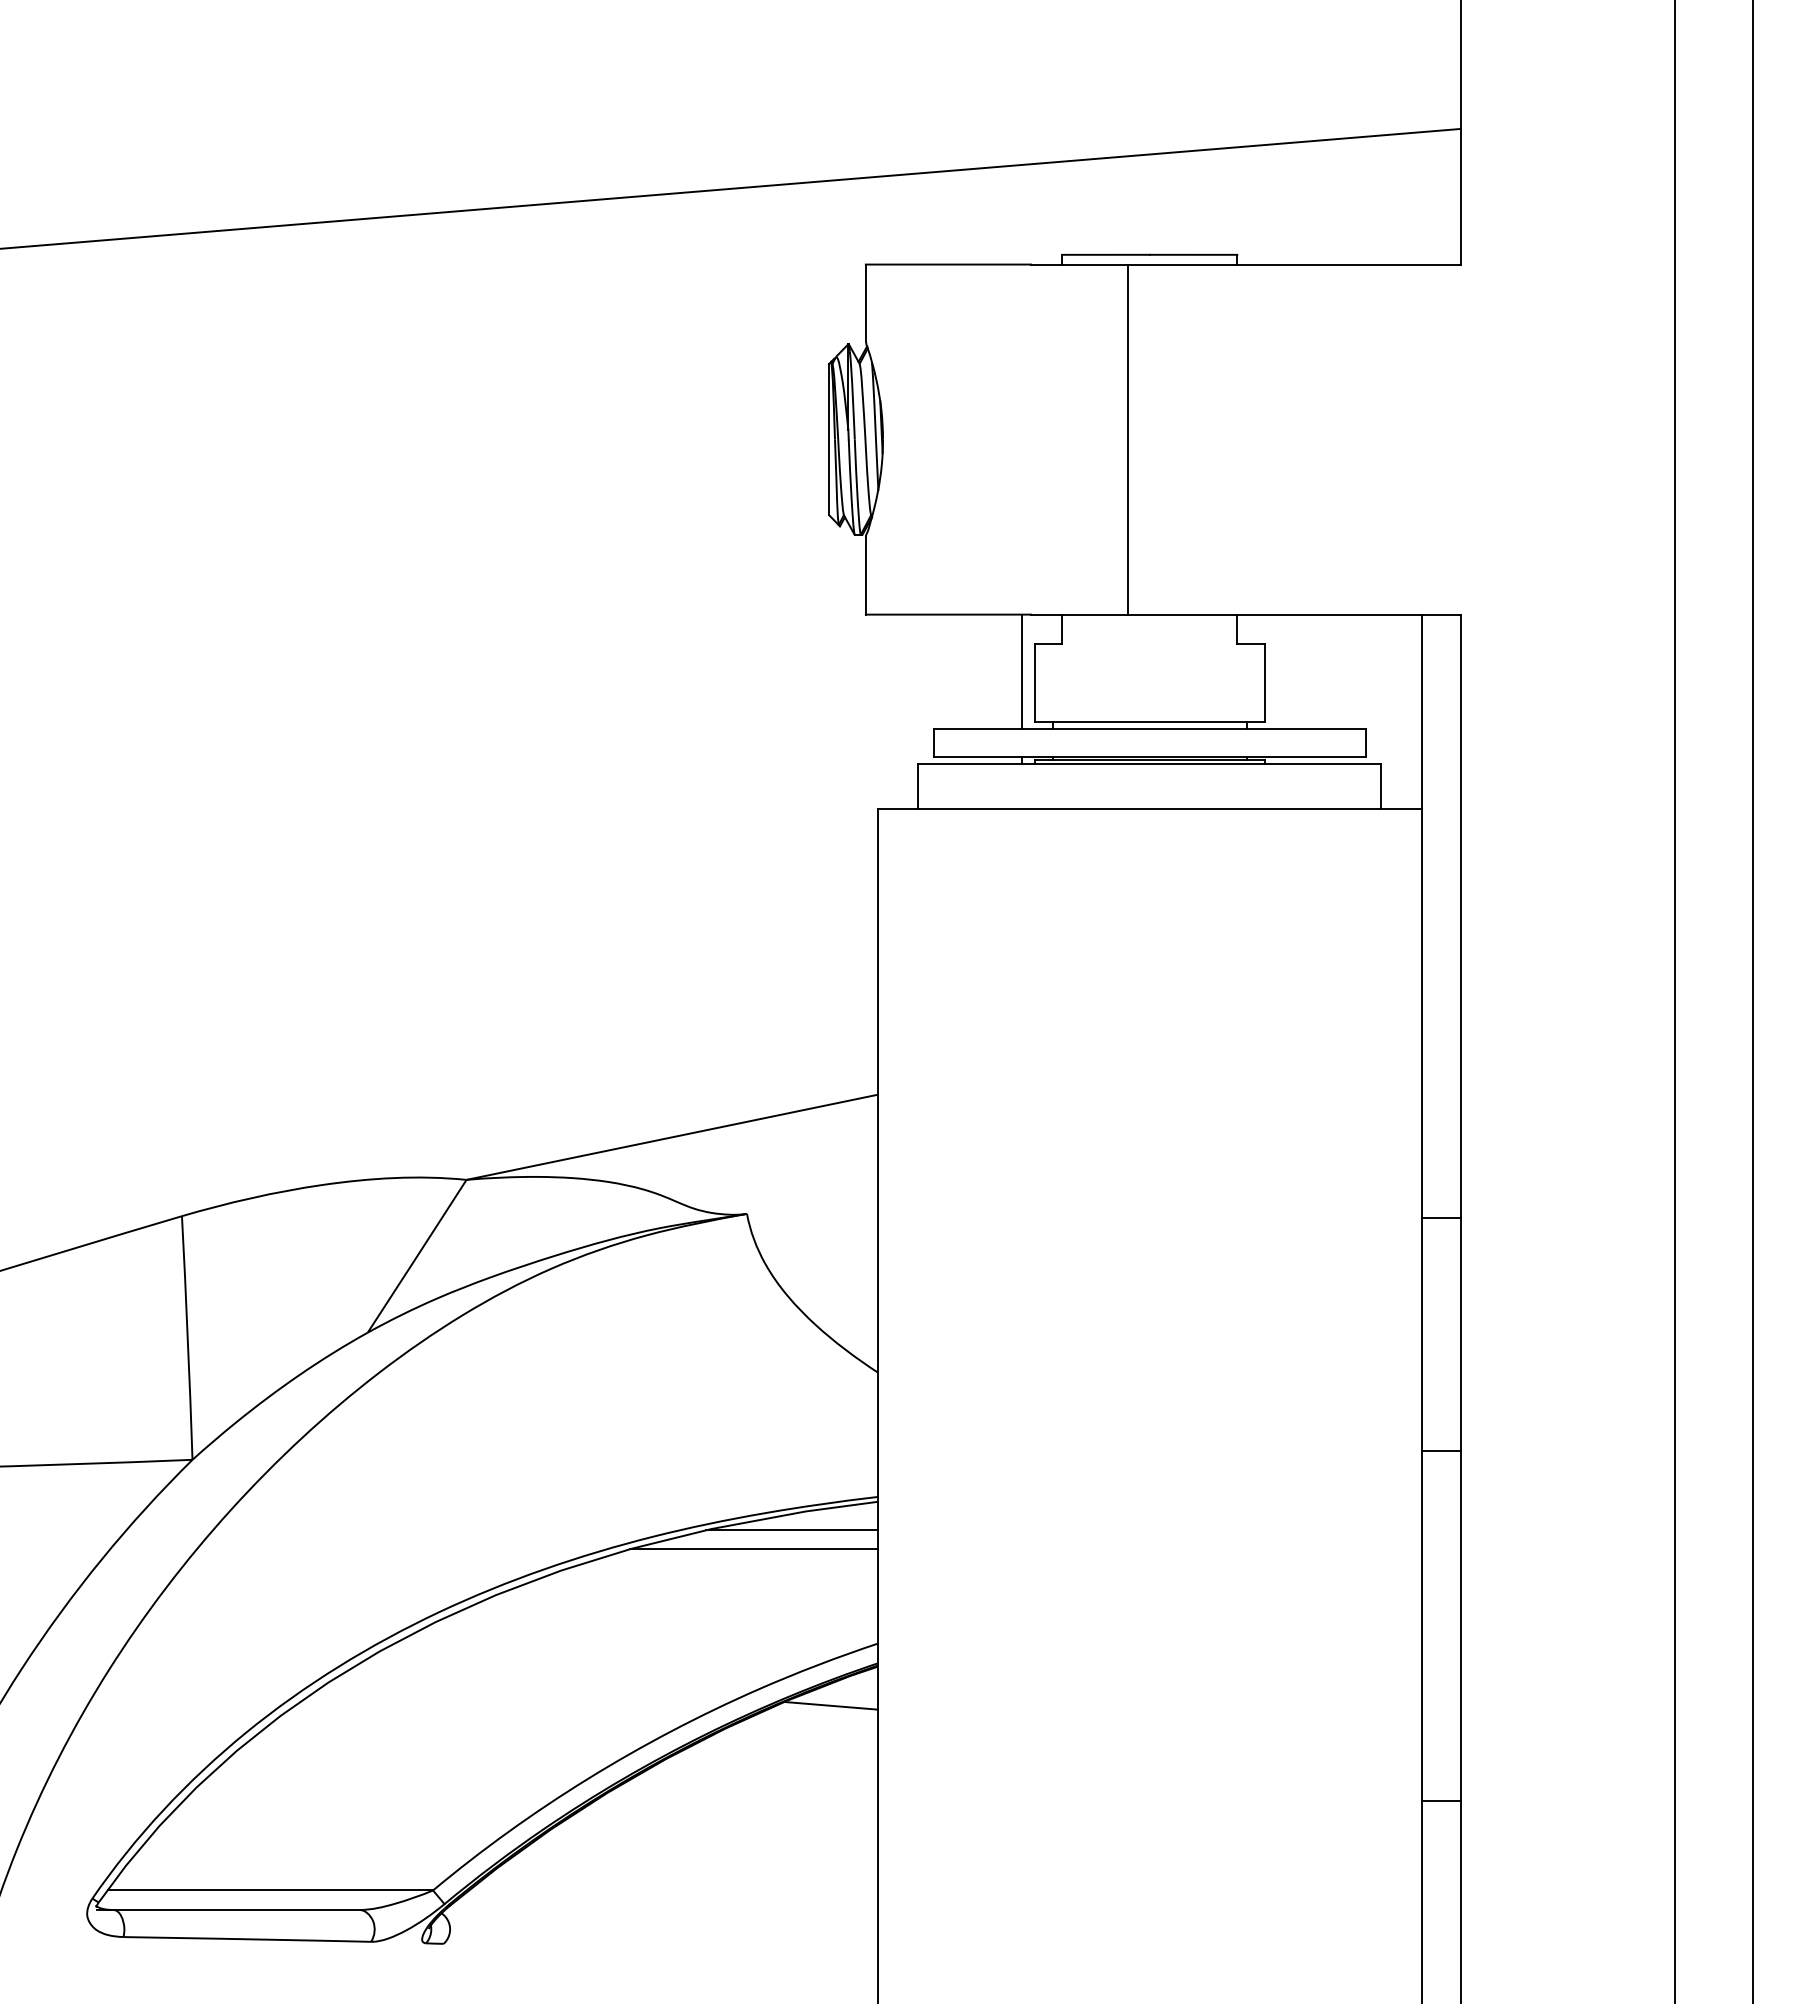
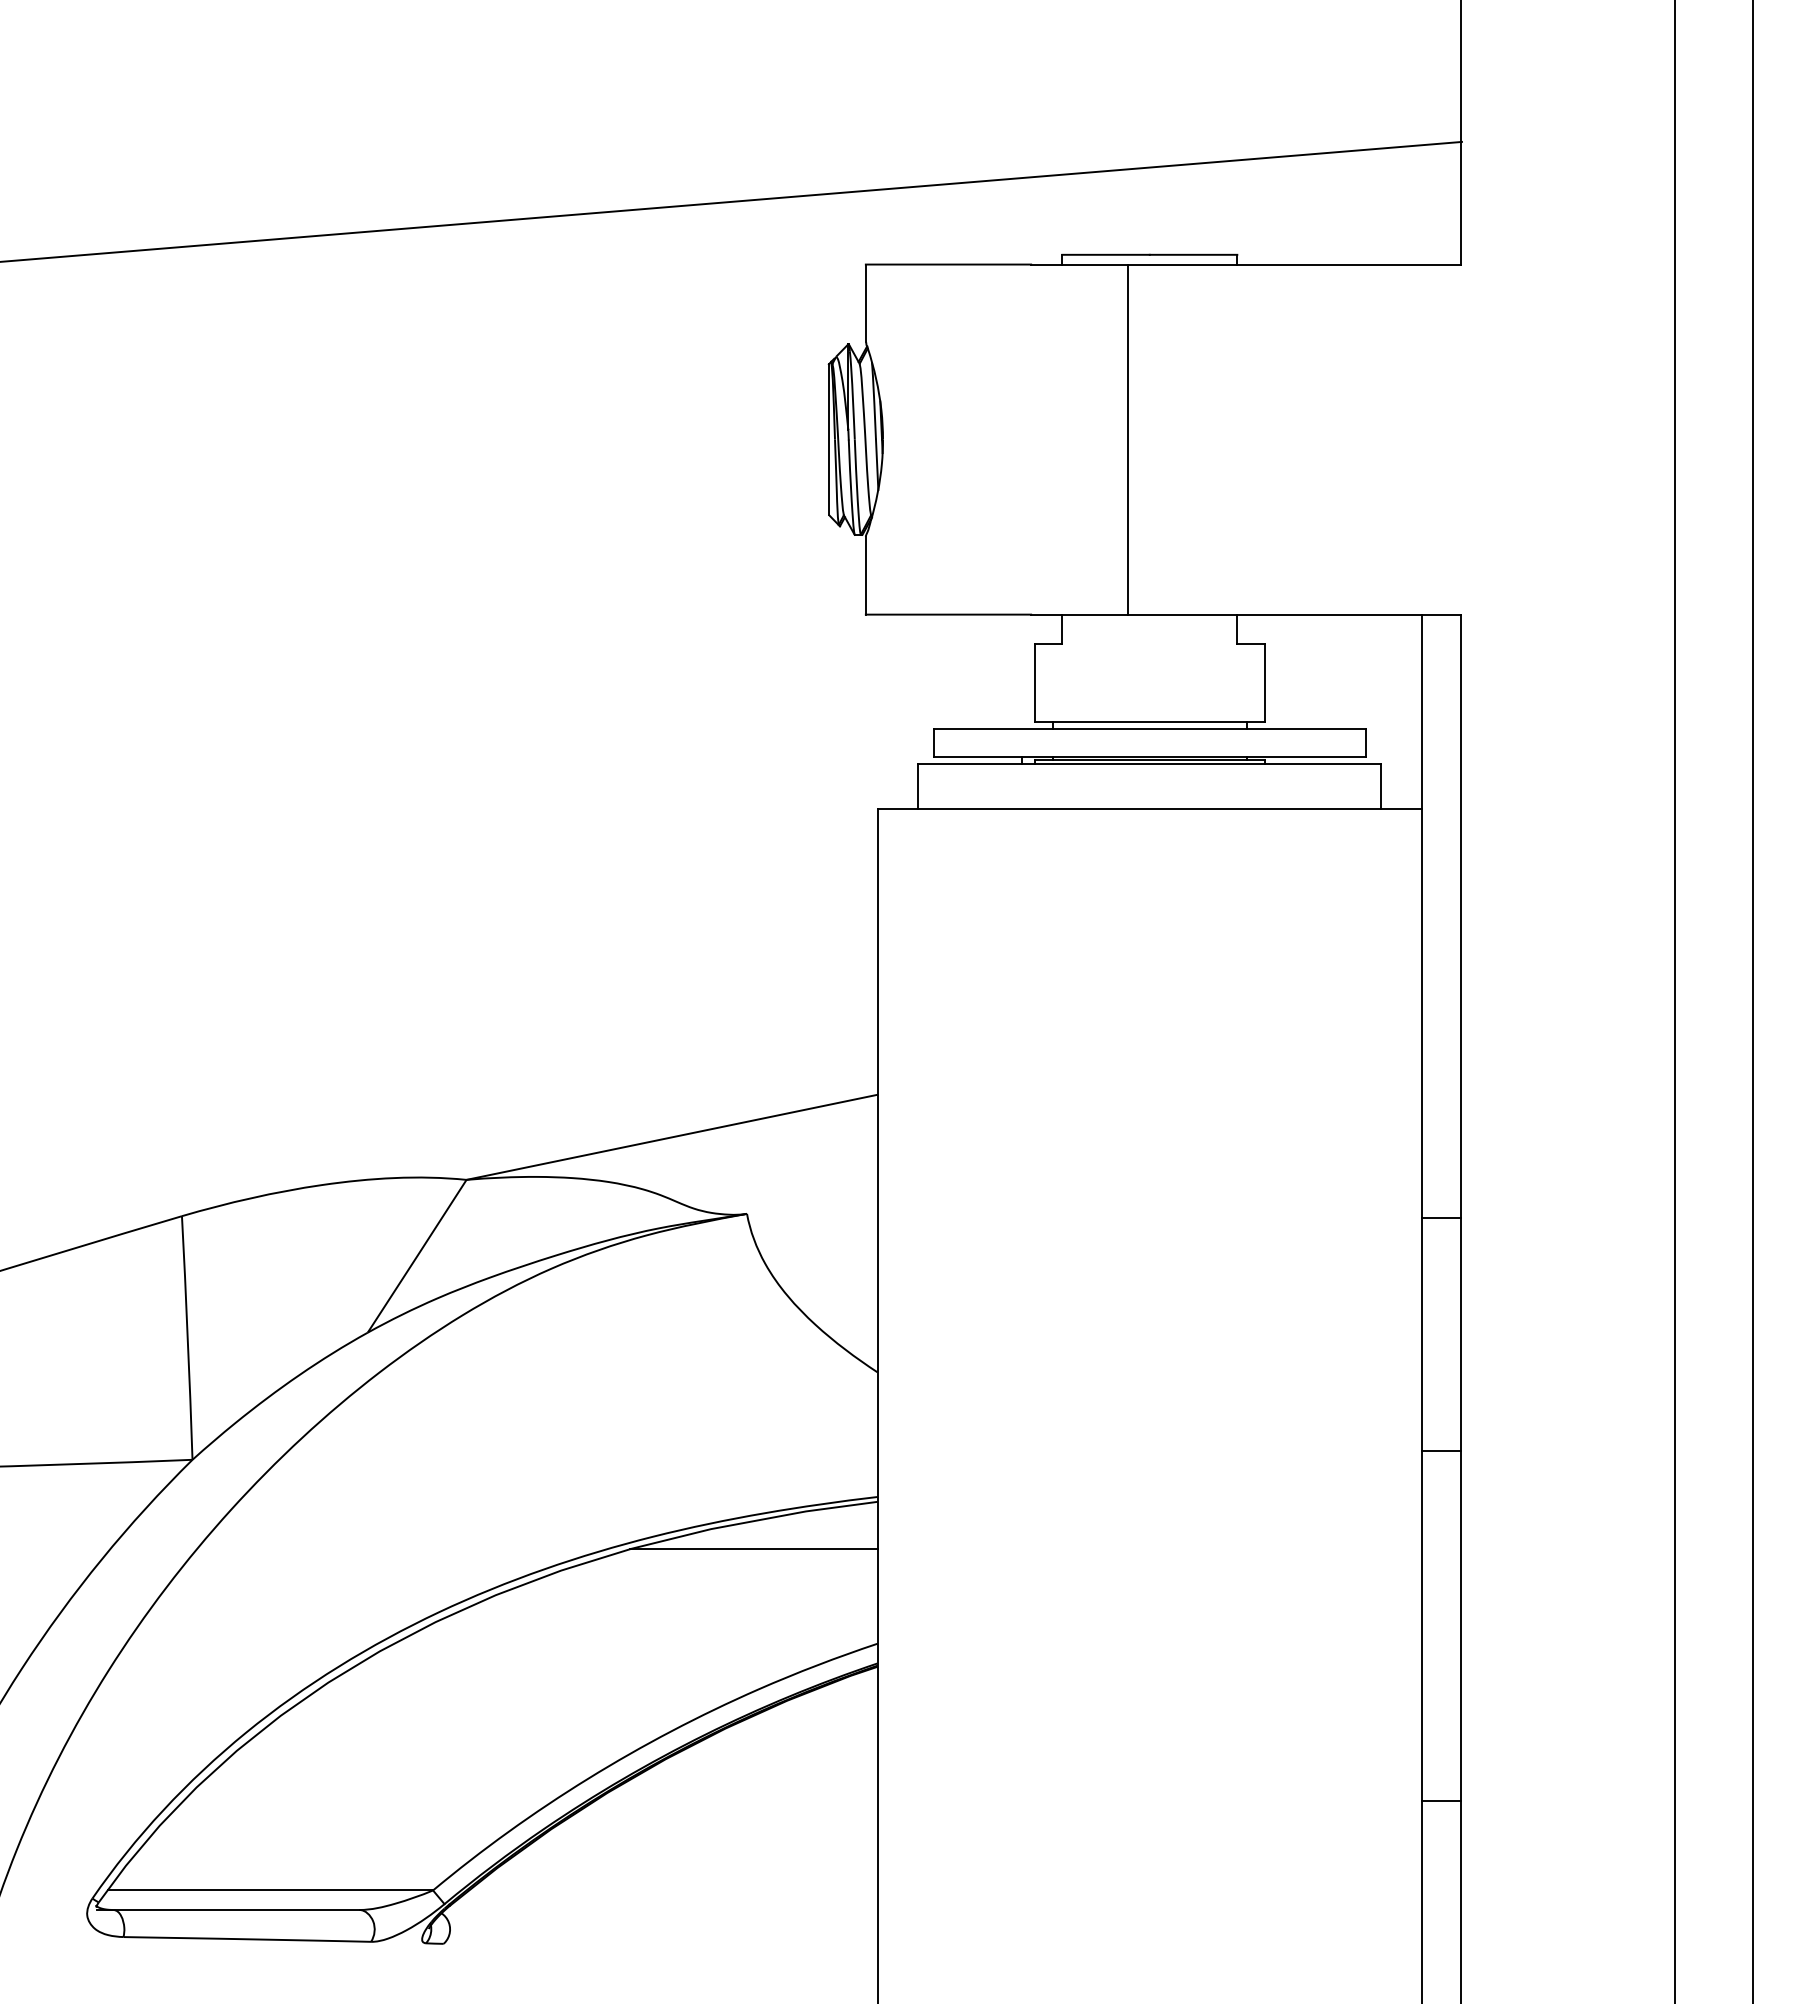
line at (731, 188) position: (731, 188) -> (731, 201)
line at (1022, 671): present -> none
line at (791, 1530): present -> none
line at (830, 1705): present -> none
